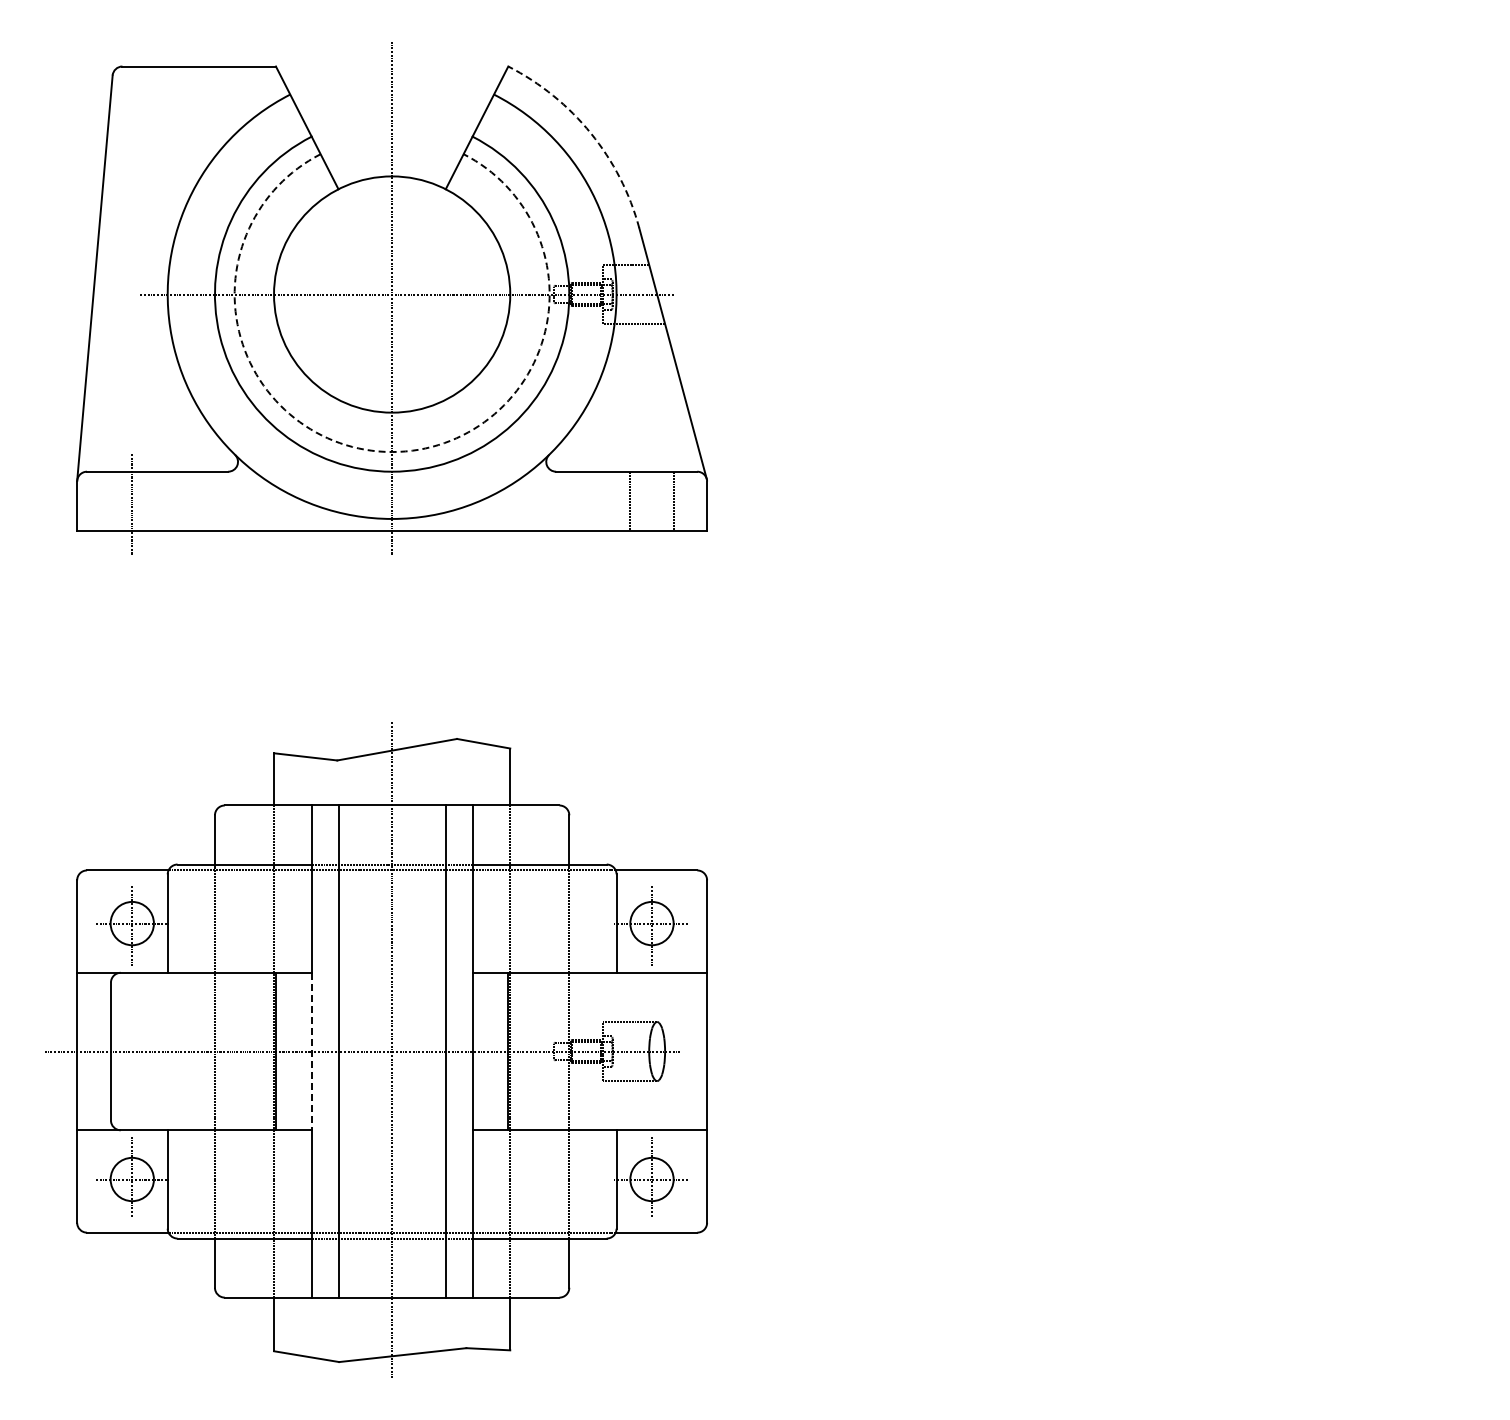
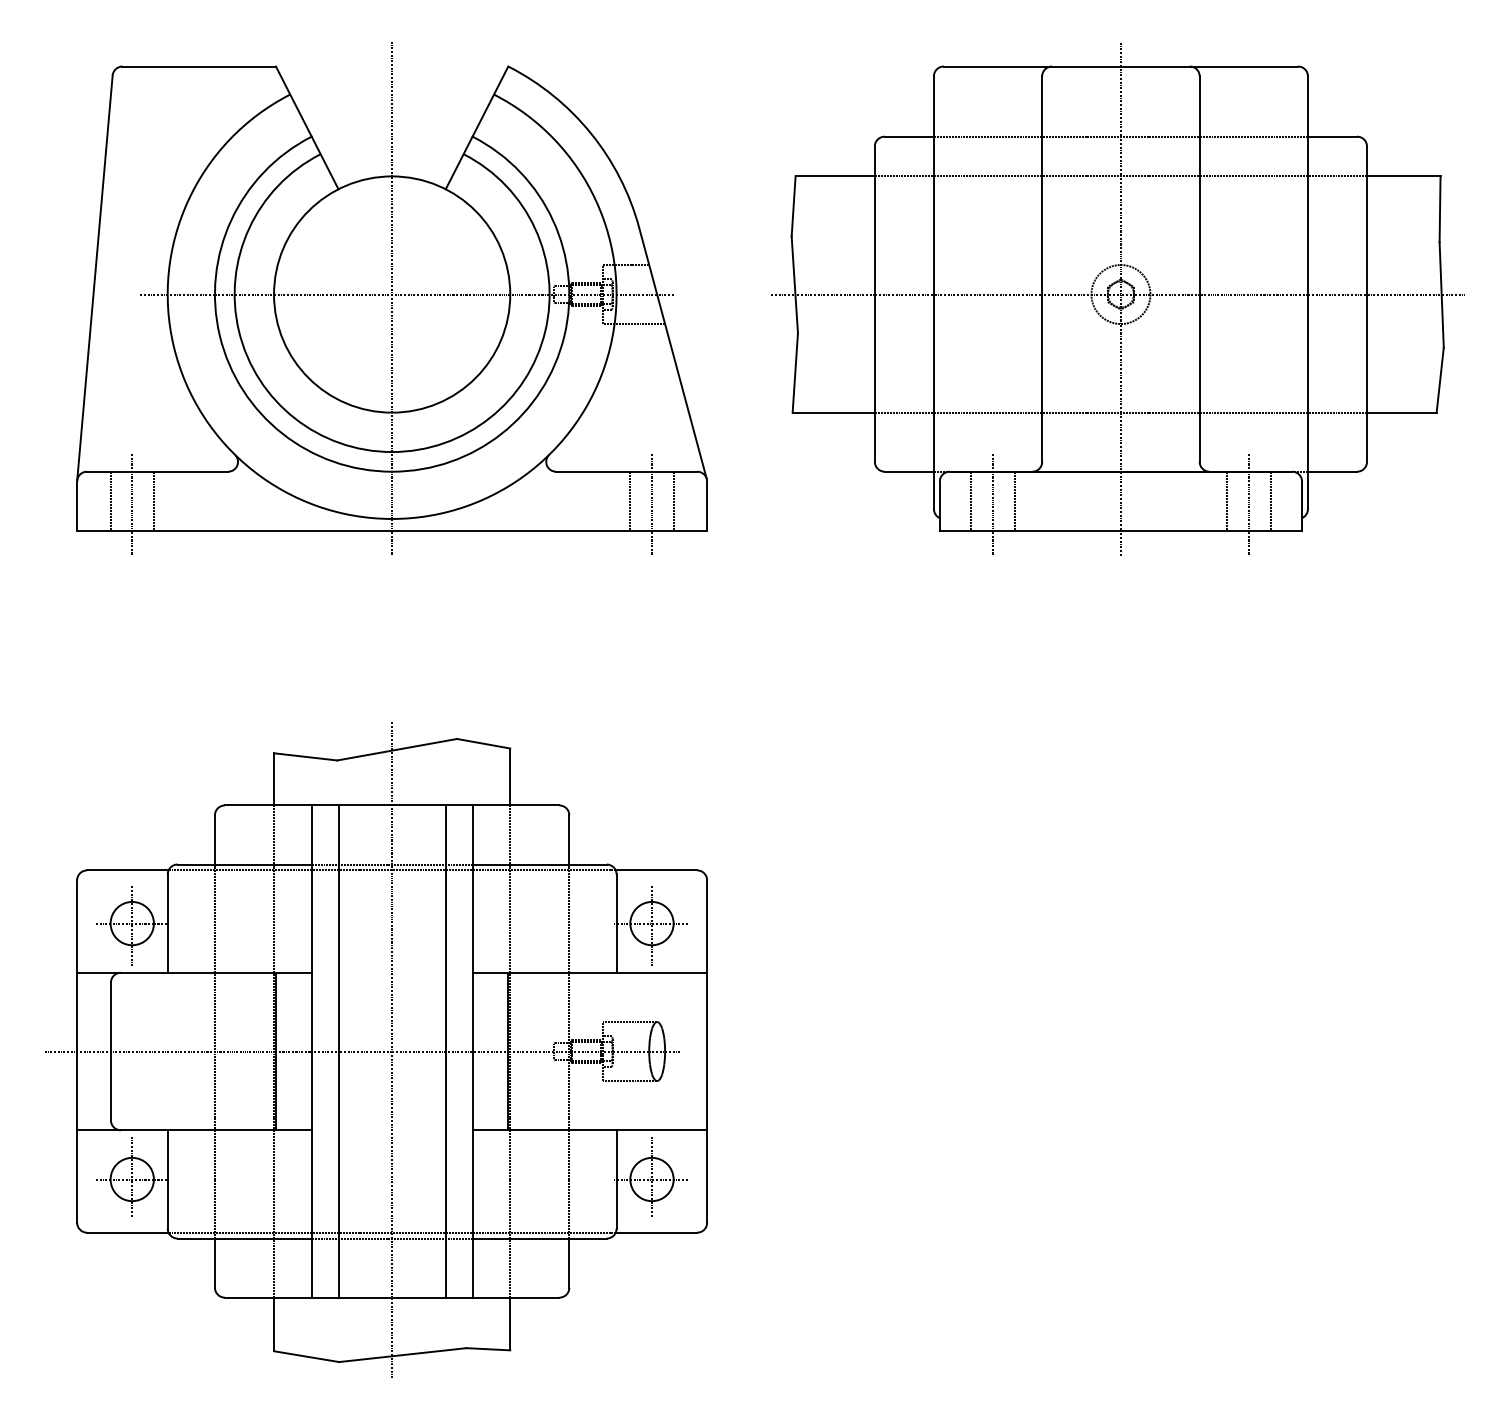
arc at (590, 133): dashed -> solid
part at (1117, 299): none -> present
arc at (392, 452): dashed -> solid
line at (110, 500): none -> present
line at (153, 500): none -> present
line at (652, 504): none -> present
line at (311, 1051): dashed -> solid
